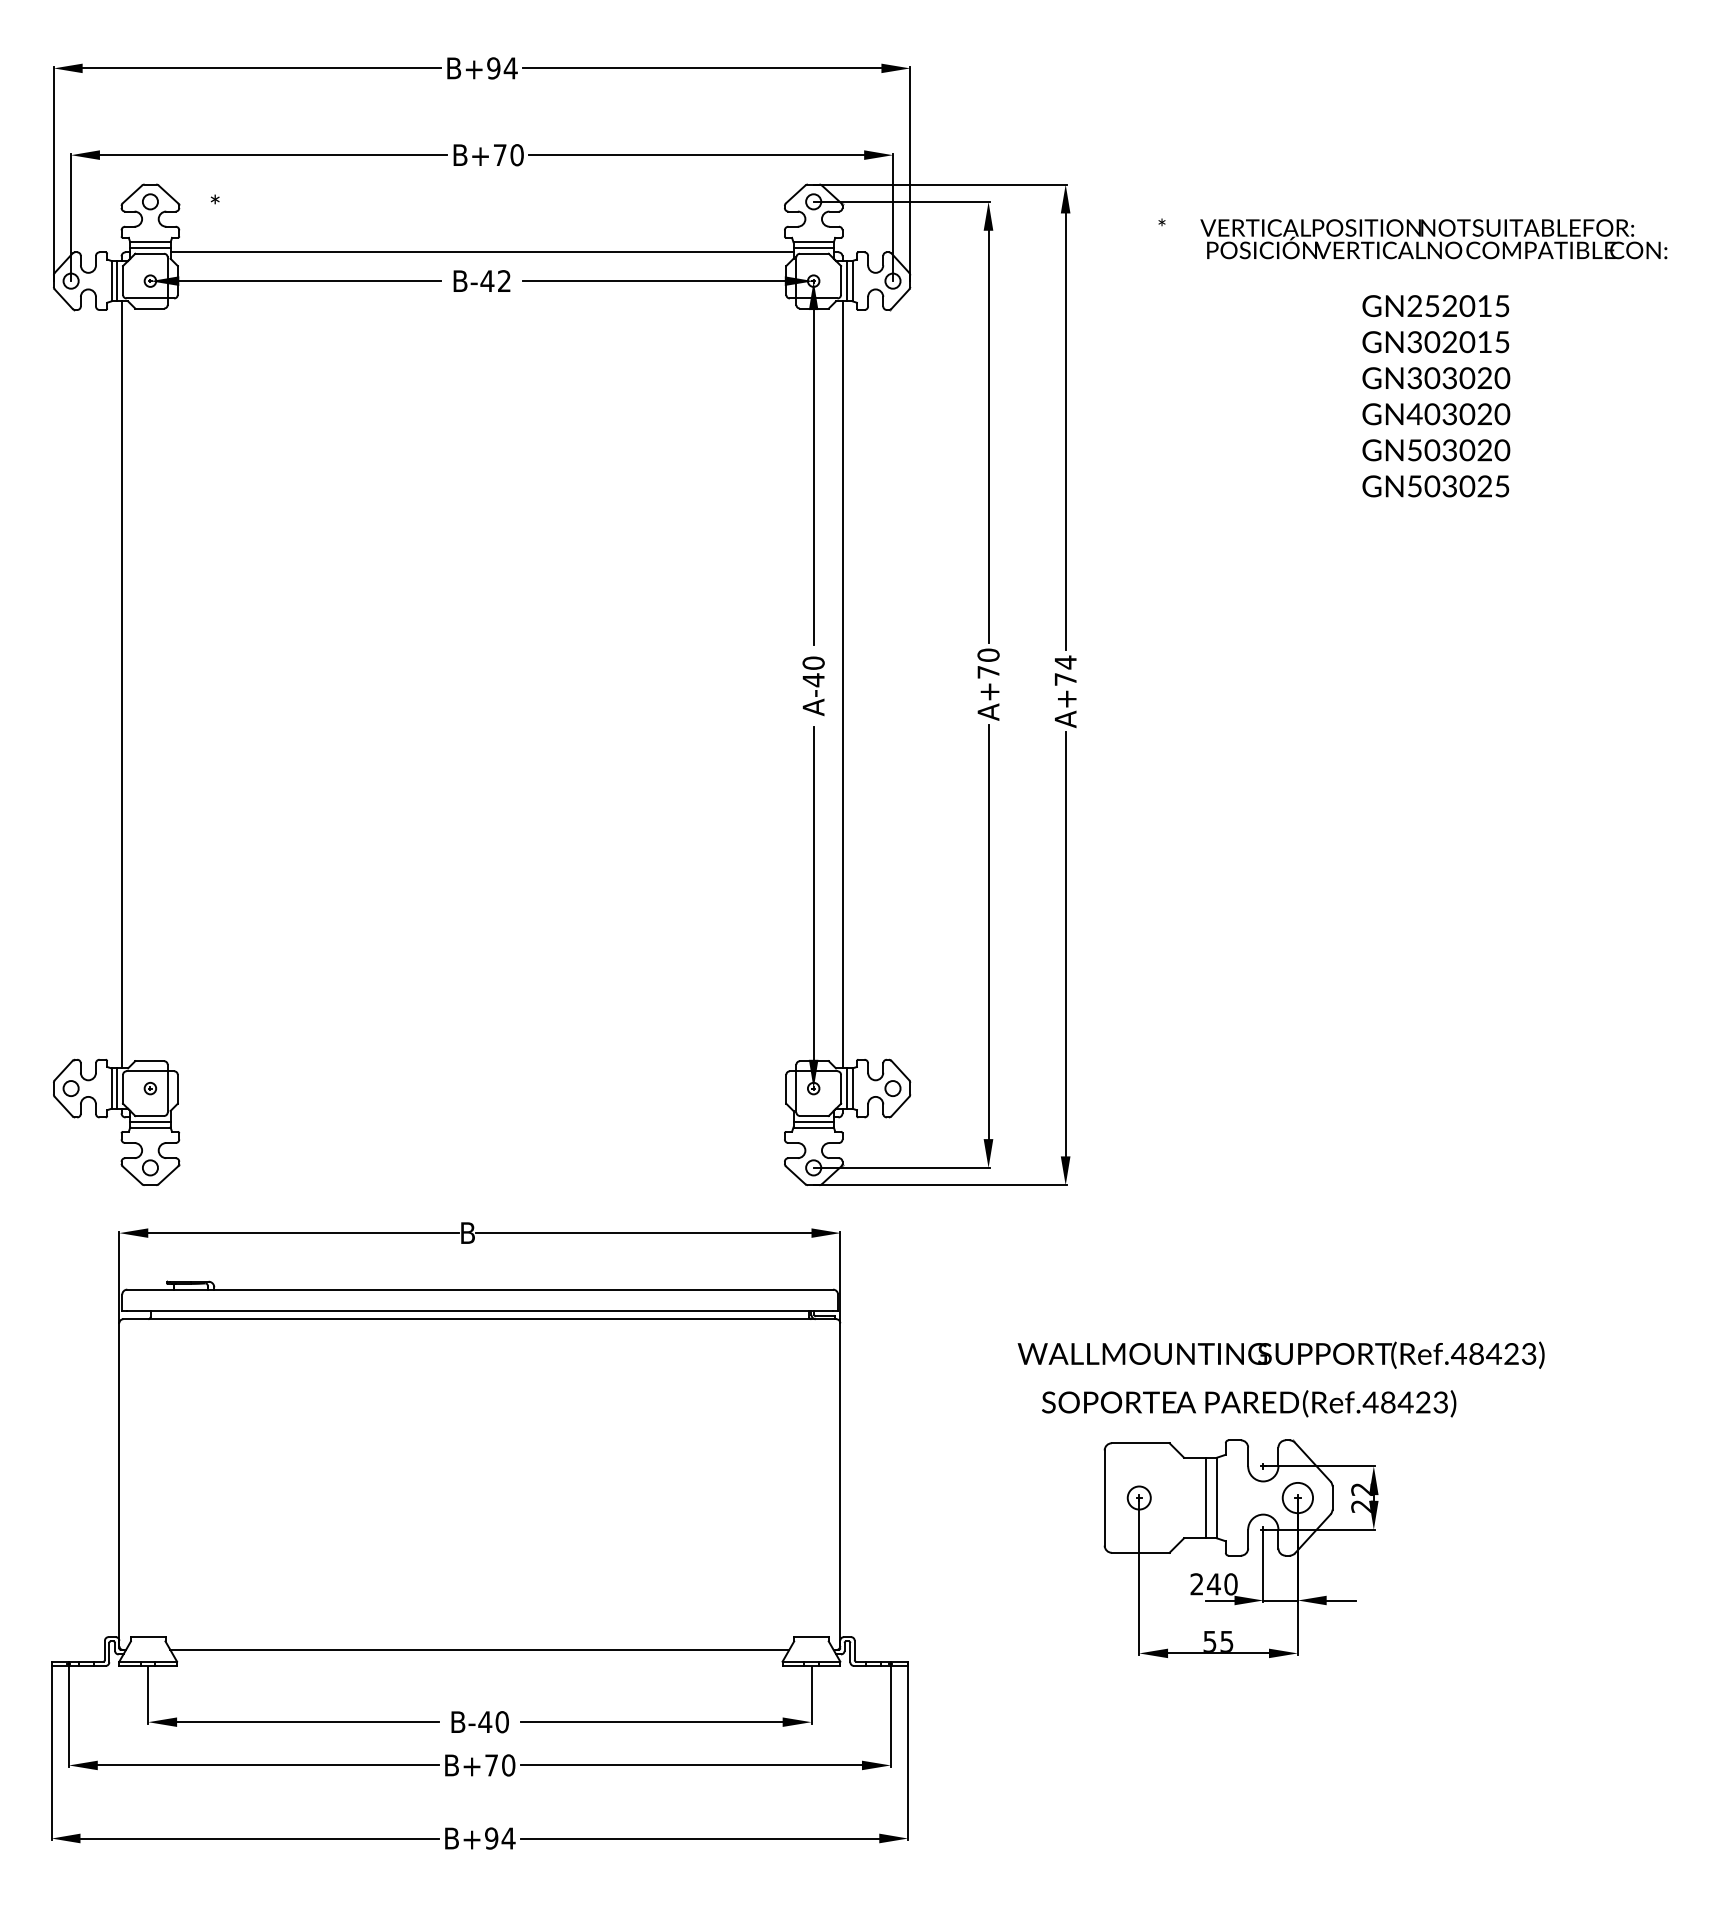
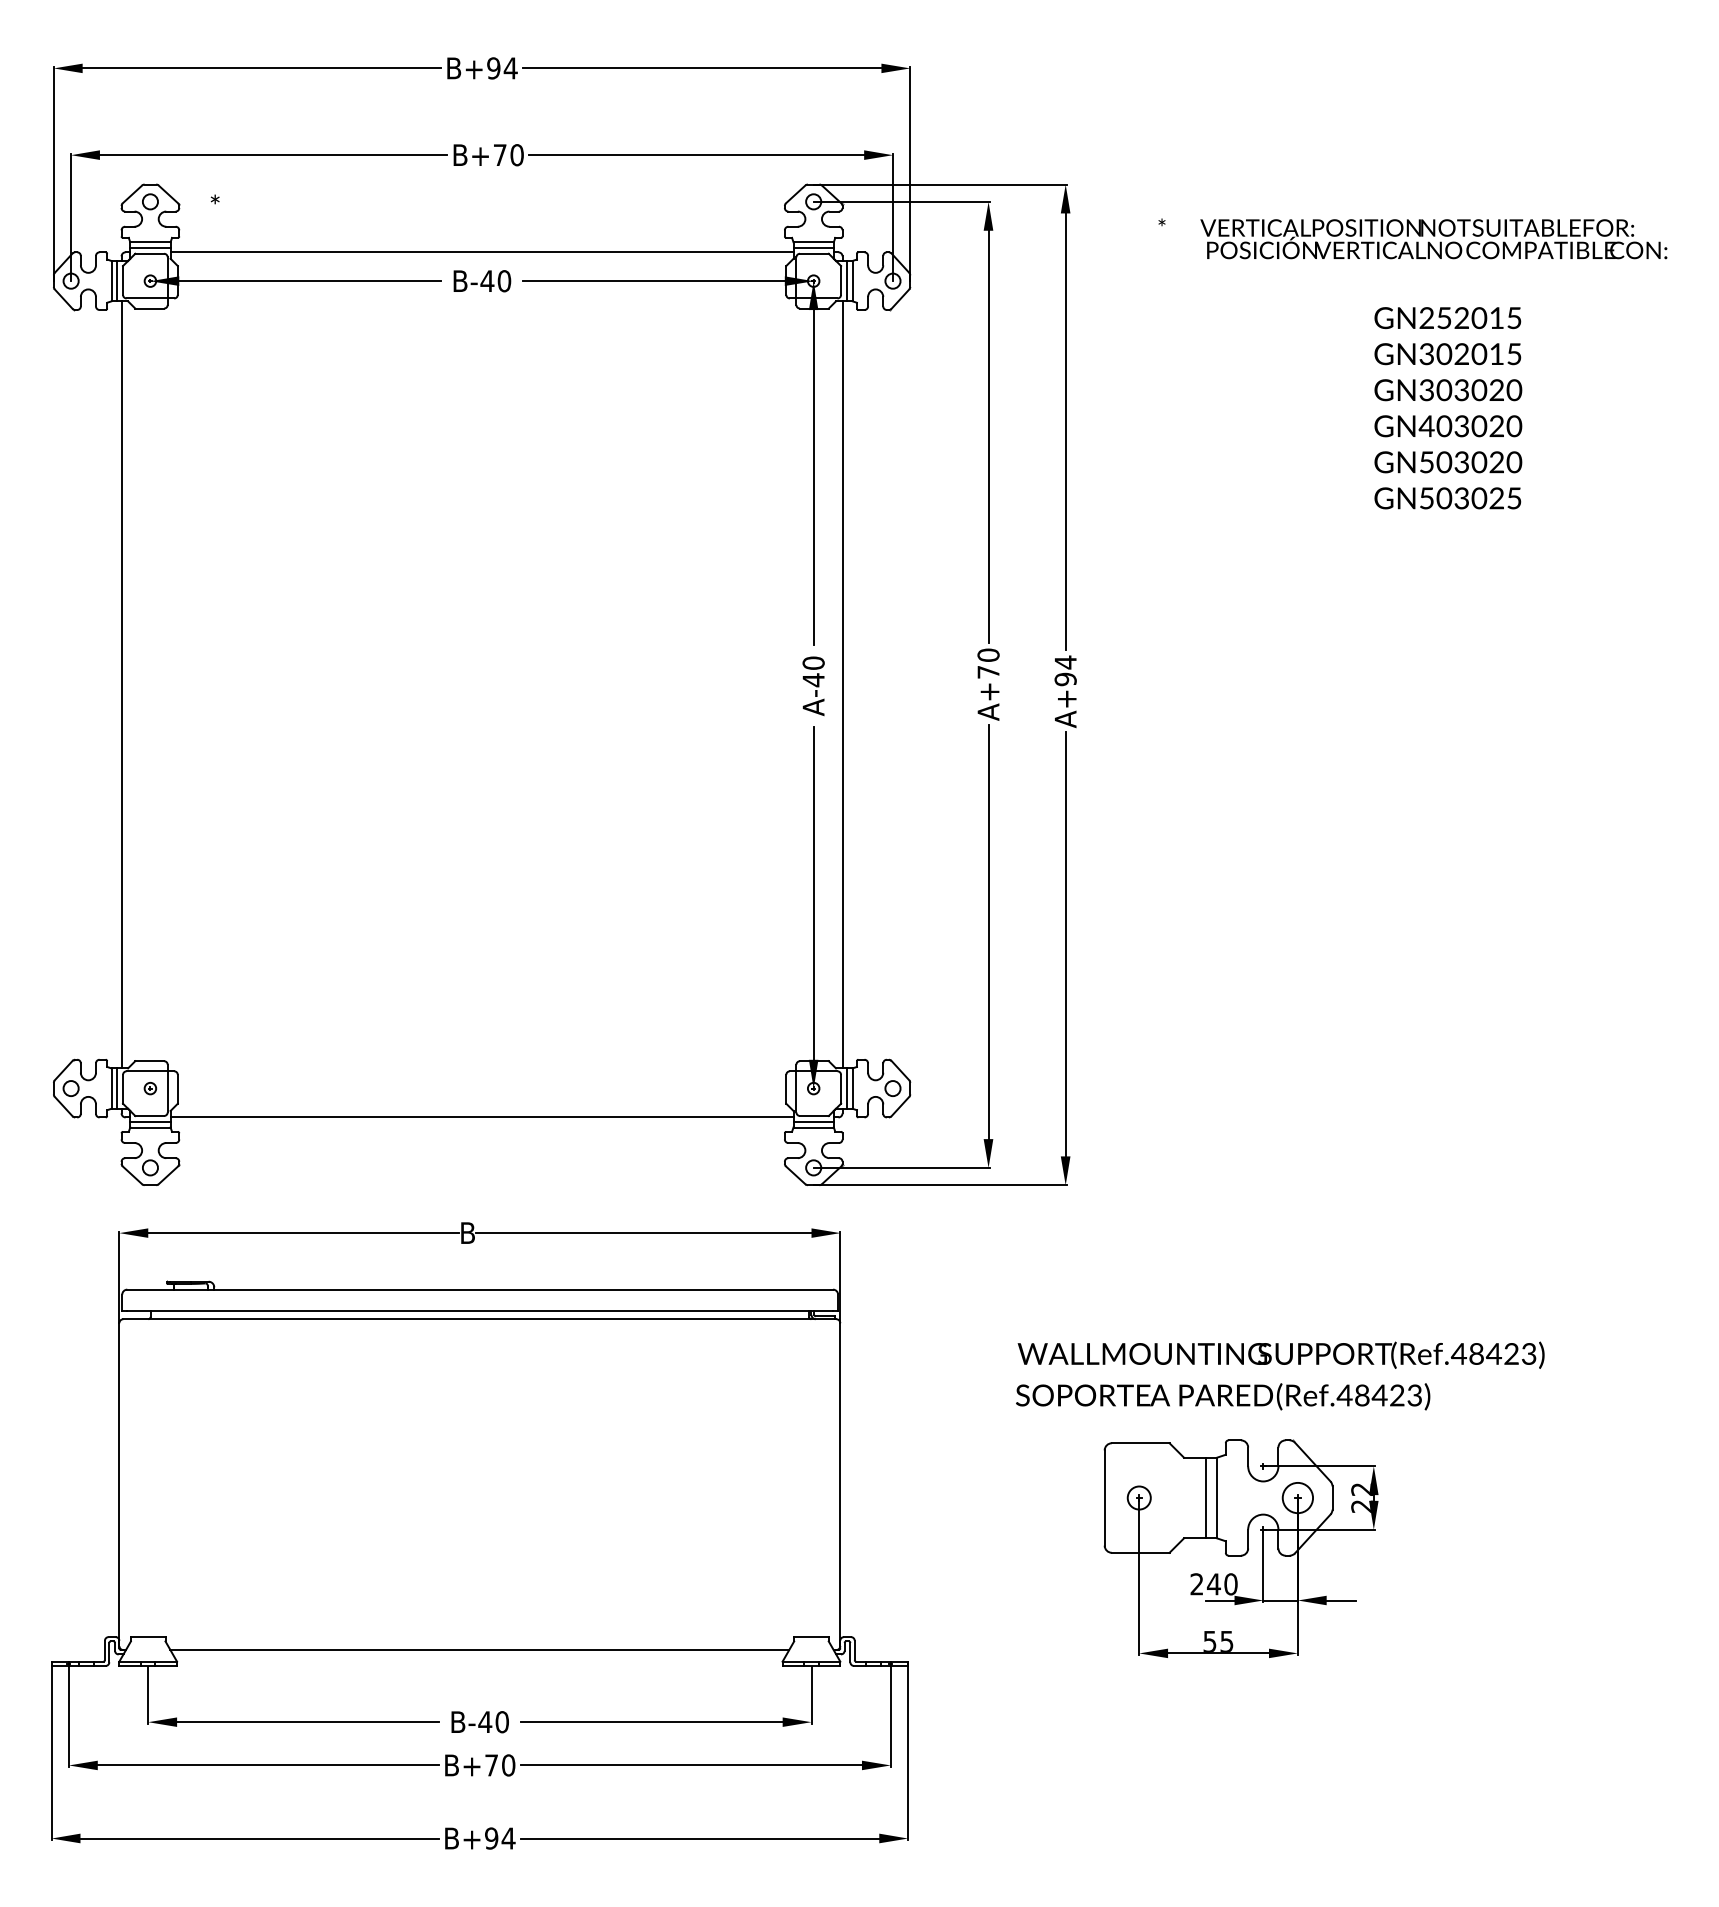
text at (504, 281): B-42 -> B-40
text at (1436, 396) position: (1436, 396) -> (1448, 408)
text at (1065, 679): A+74 -> A+94
line at (481, 1117): none -> present
text at (1249, 1403) position: (1249, 1403) -> (1223, 1396)
